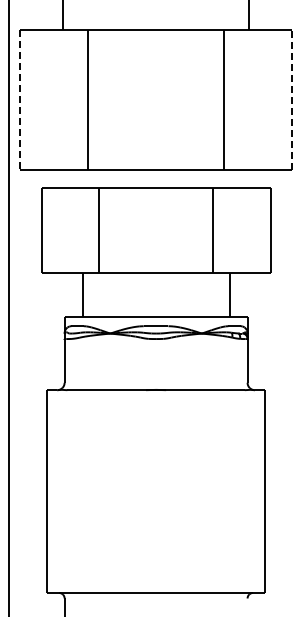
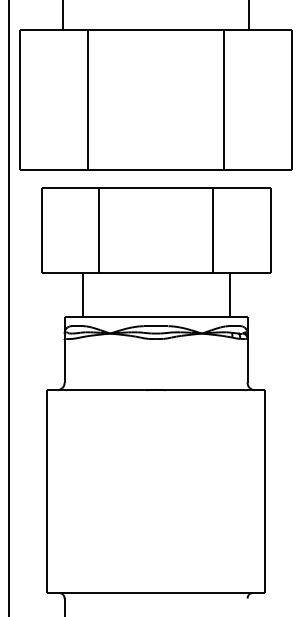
line at (20, 99): dashed -> solid
line at (291, 99): dashed -> solid
